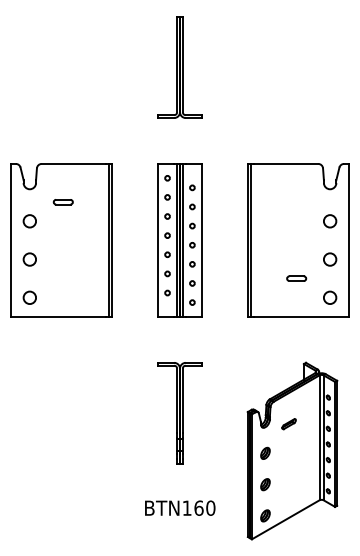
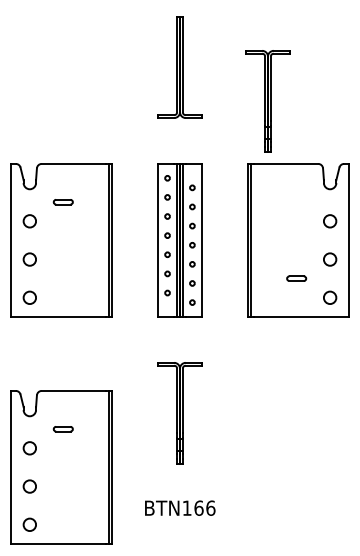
part at (267, 101): none -> present
part at (292, 450): present -> none
part at (61, 467): none -> present
text at (210, 507): BTN160 -> BTN166
